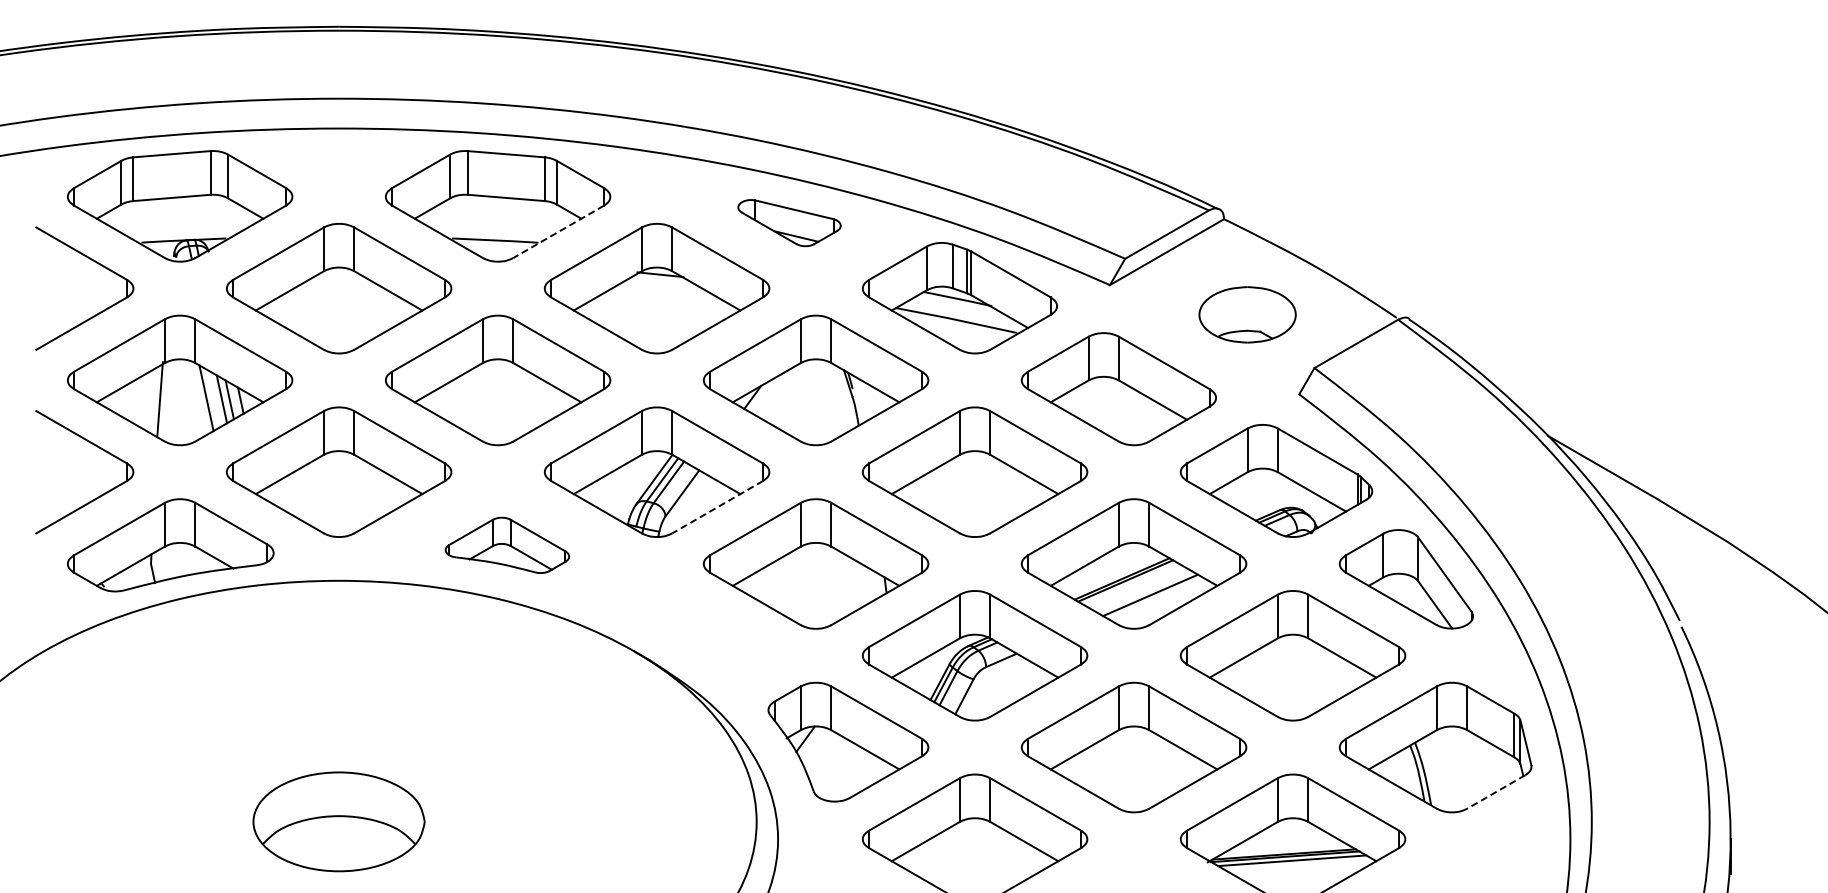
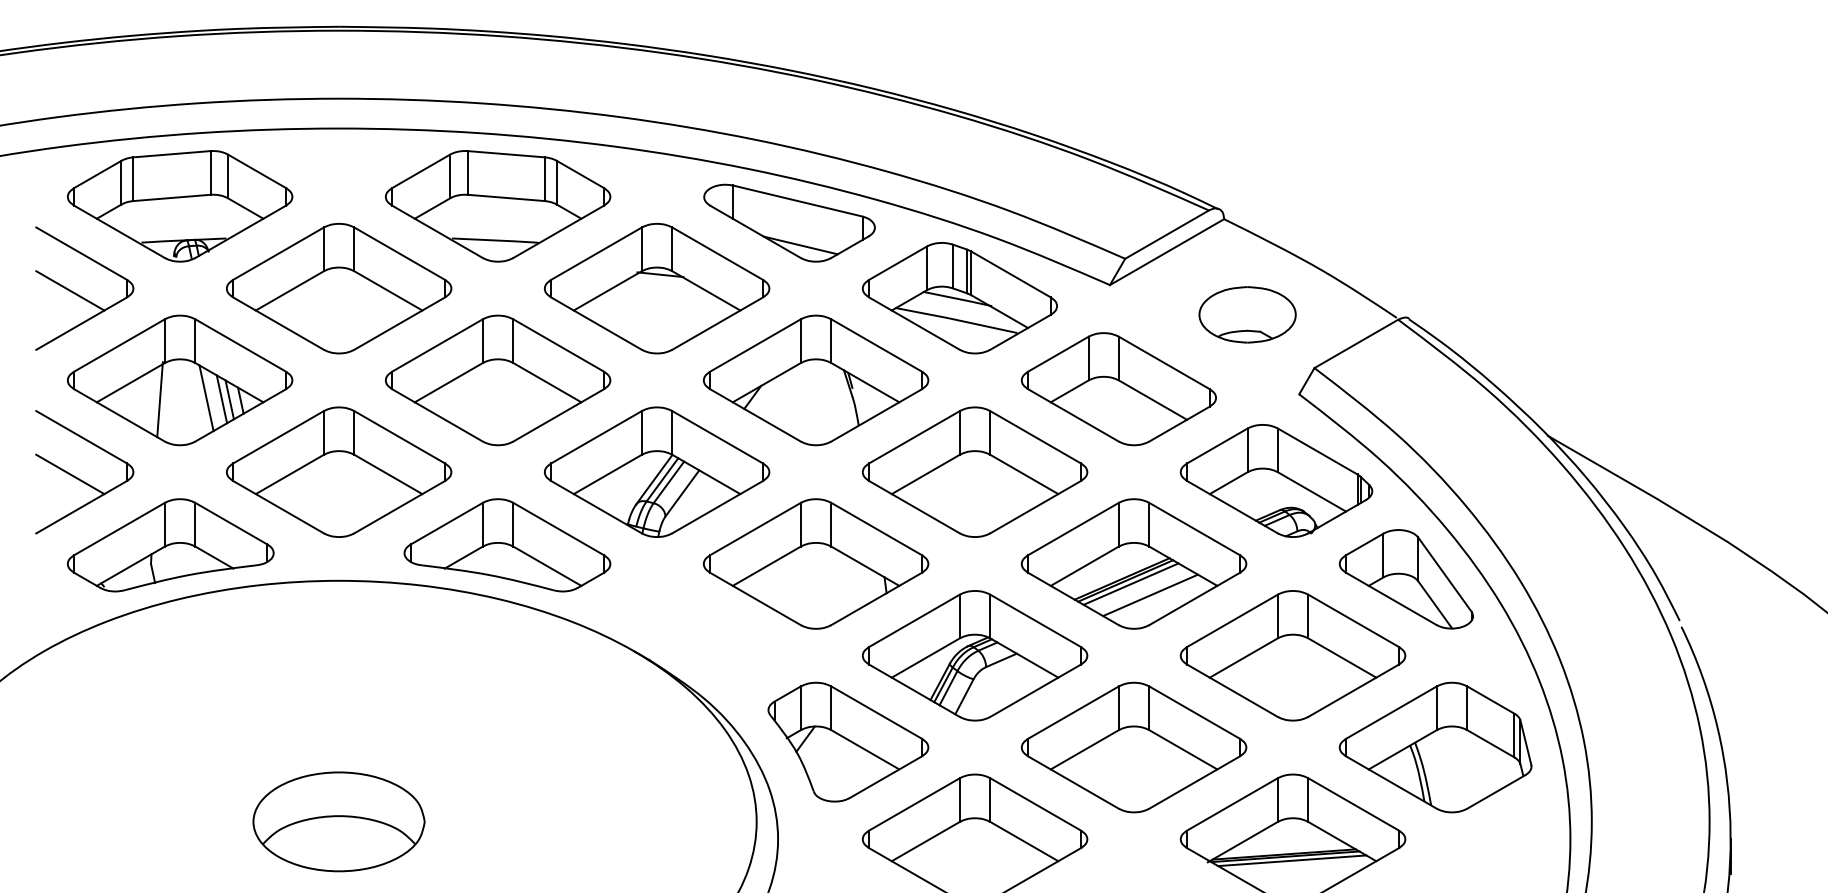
part at (789, 223) size: 105x49 px -> 173x80 px
line at (558, 232): dashed -> solid
line at (70, 290): none -> present
line at (70, 474): none -> present
line at (717, 507): dashed -> solid
part at (507, 544) size: 127x58 px -> 209x95 px
line at (1130, 583): none -> present
line at (1496, 792): dashed -> solid
